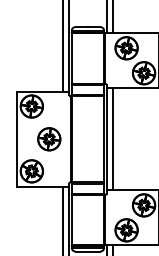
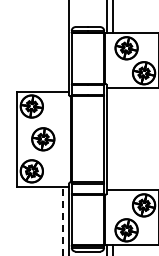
line at (63, 46): present -> none
part at (49, 139) position: (49, 139) -> (43, 139)
line at (112, 139): present -> none
line at (63, 220): solid -> dashed
